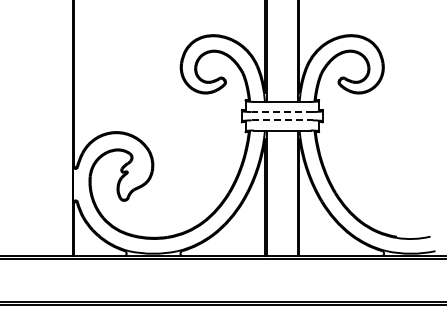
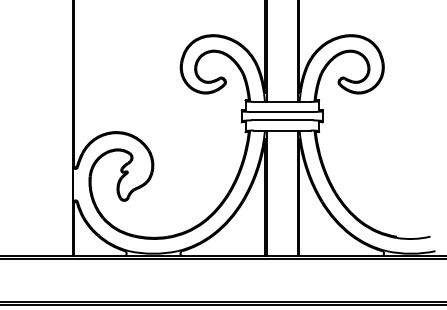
line at (282, 112): dashed -> solid
line at (282, 120): dashed -> solid
